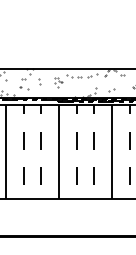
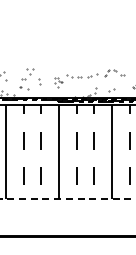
line at (67, 68): present -> none
line at (68, 199): solid -> dashed
